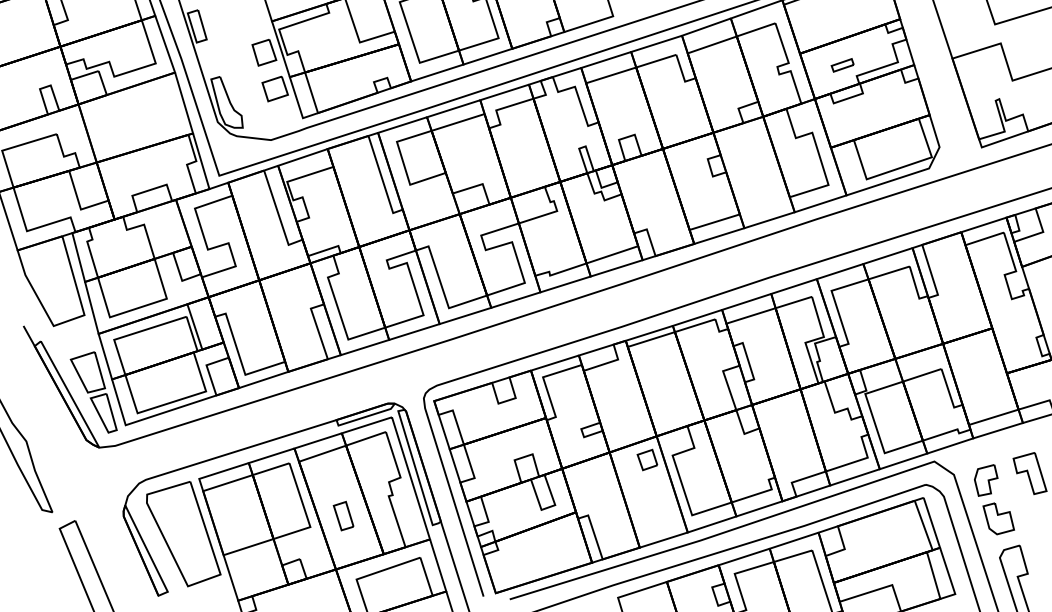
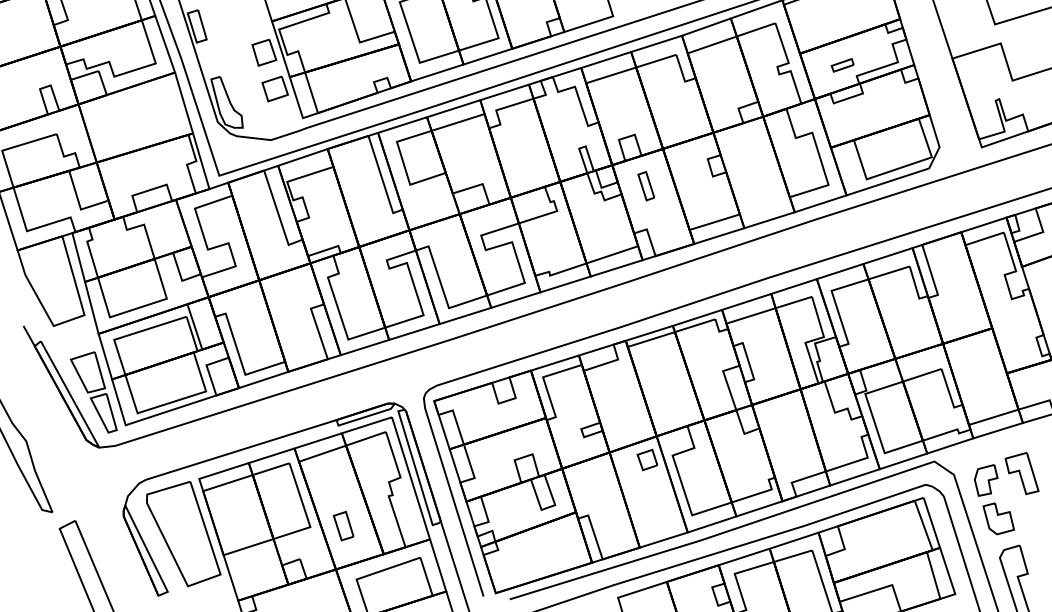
part at (646, 186): none -> present
part at (1029, 473) position: (1029, 473) -> (1021, 473)
part at (343, 515) position: (343, 515) -> (343, 525)
